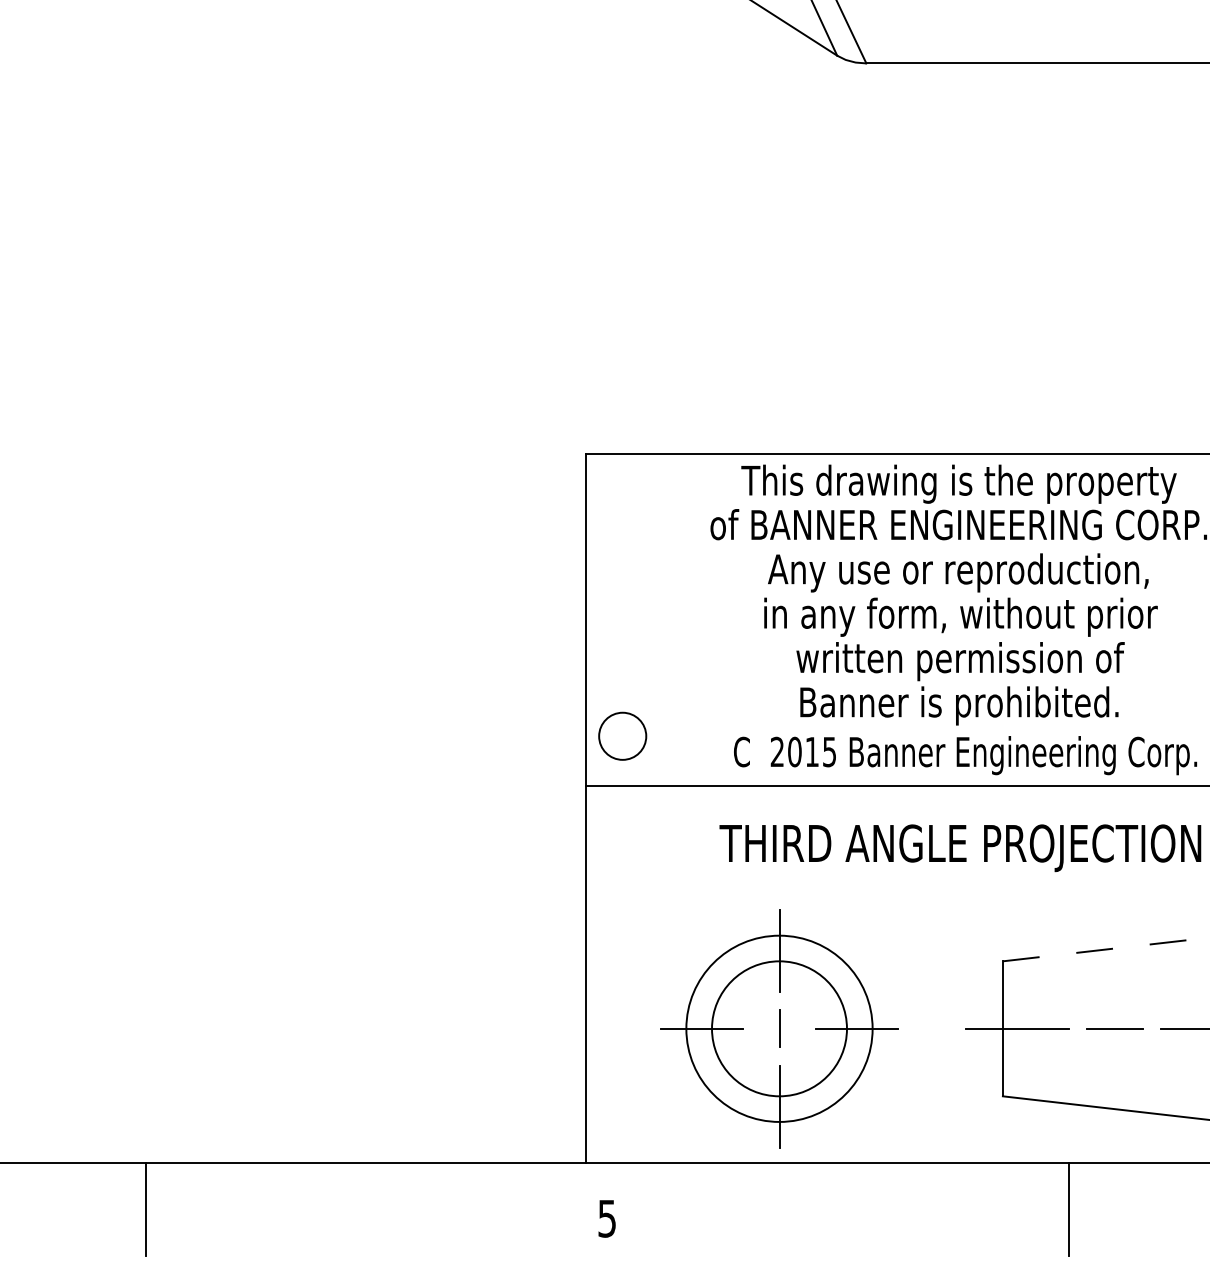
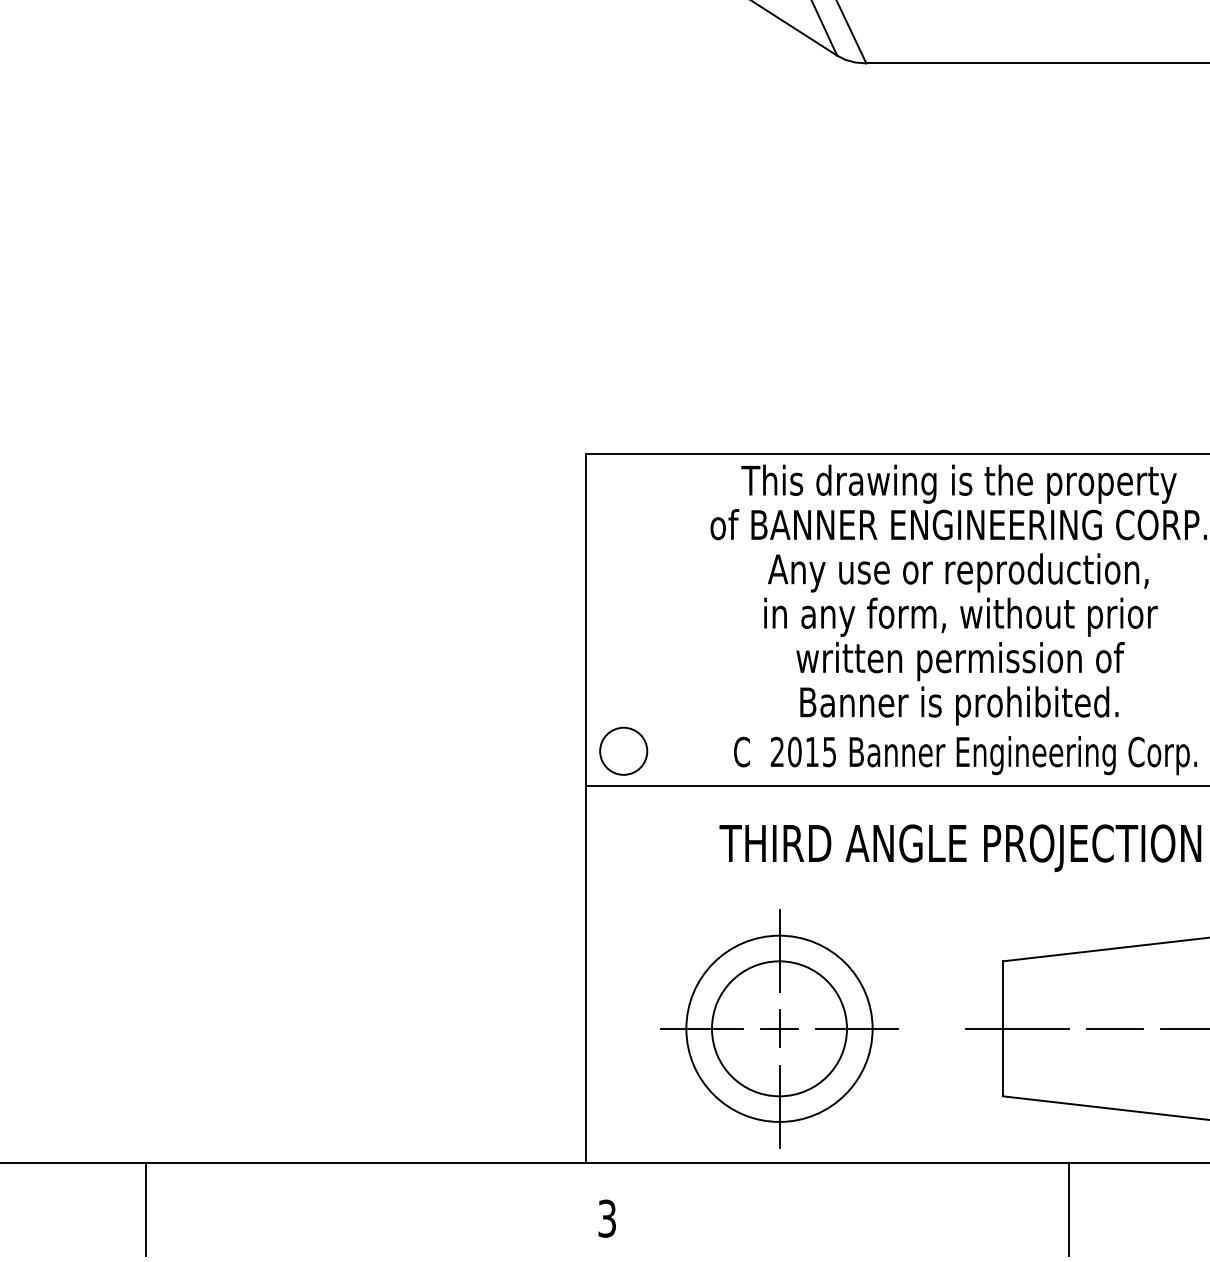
circle at (622, 735) position: (622, 735) -> (623, 750)
line at (1105, 949): dashed -> solid
line at (779, 1028): none -> present
text at (607, 1218): 5 -> 3
